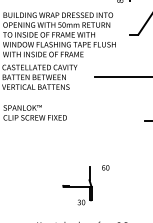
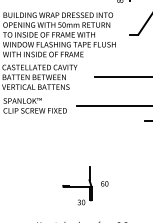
line at (112, 105): none -> present
text at (34, 112) position: (34, 112) -> (34, 105)
text at (105, 167) position: (105, 167) -> (104, 183)
